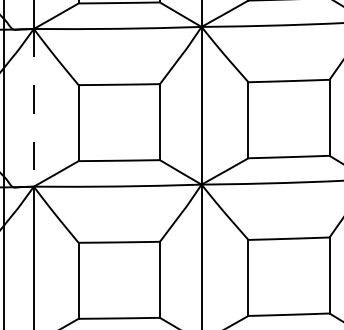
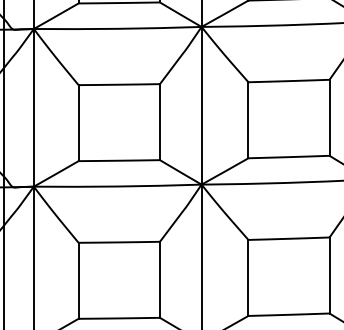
line at (33, 107): dashed -> solid
